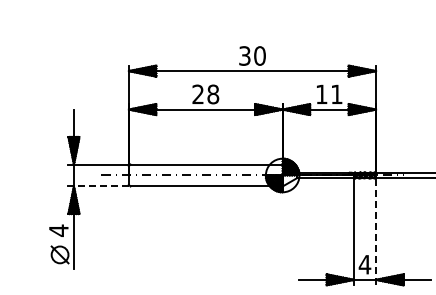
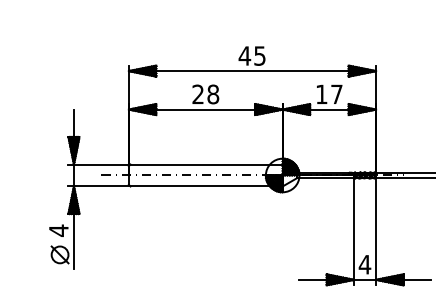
text at (251, 55): 30 -> 45
text at (336, 93): 11 -> 17
line at (100, 186): dashed -> solid
line at (376, 231): dashed -> solid
